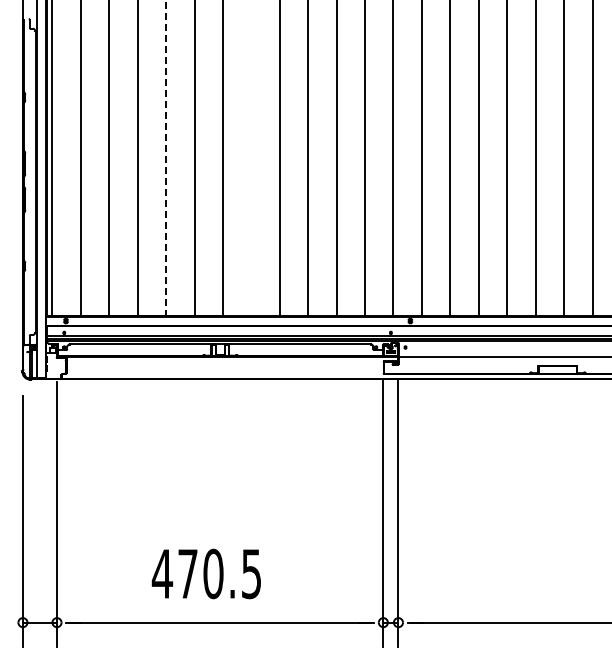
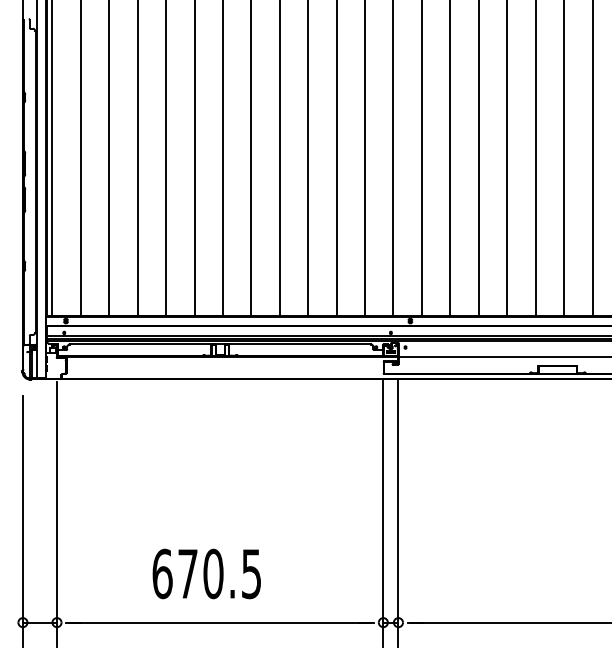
line at (166, 158): dashed -> solid
line at (251, 159): none -> present
text at (162, 573): 470.5 -> 670.5
